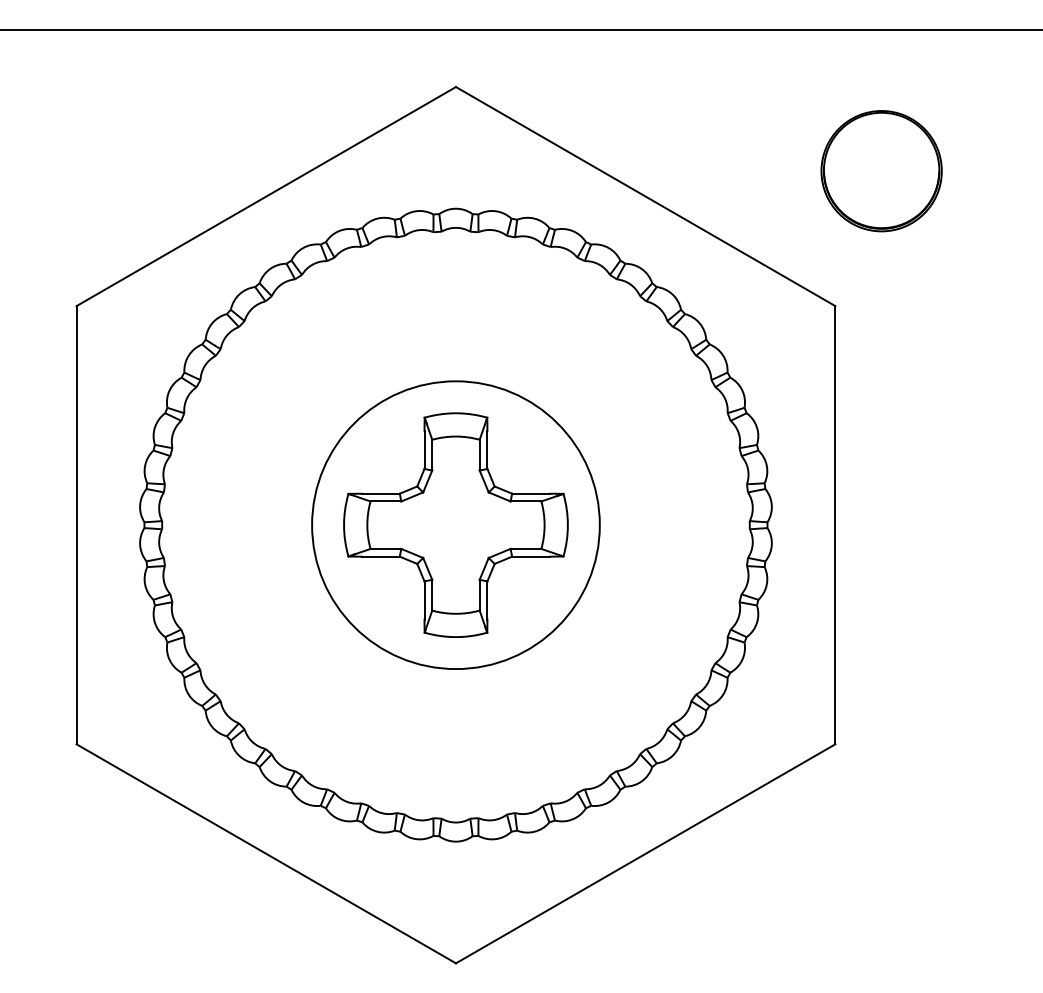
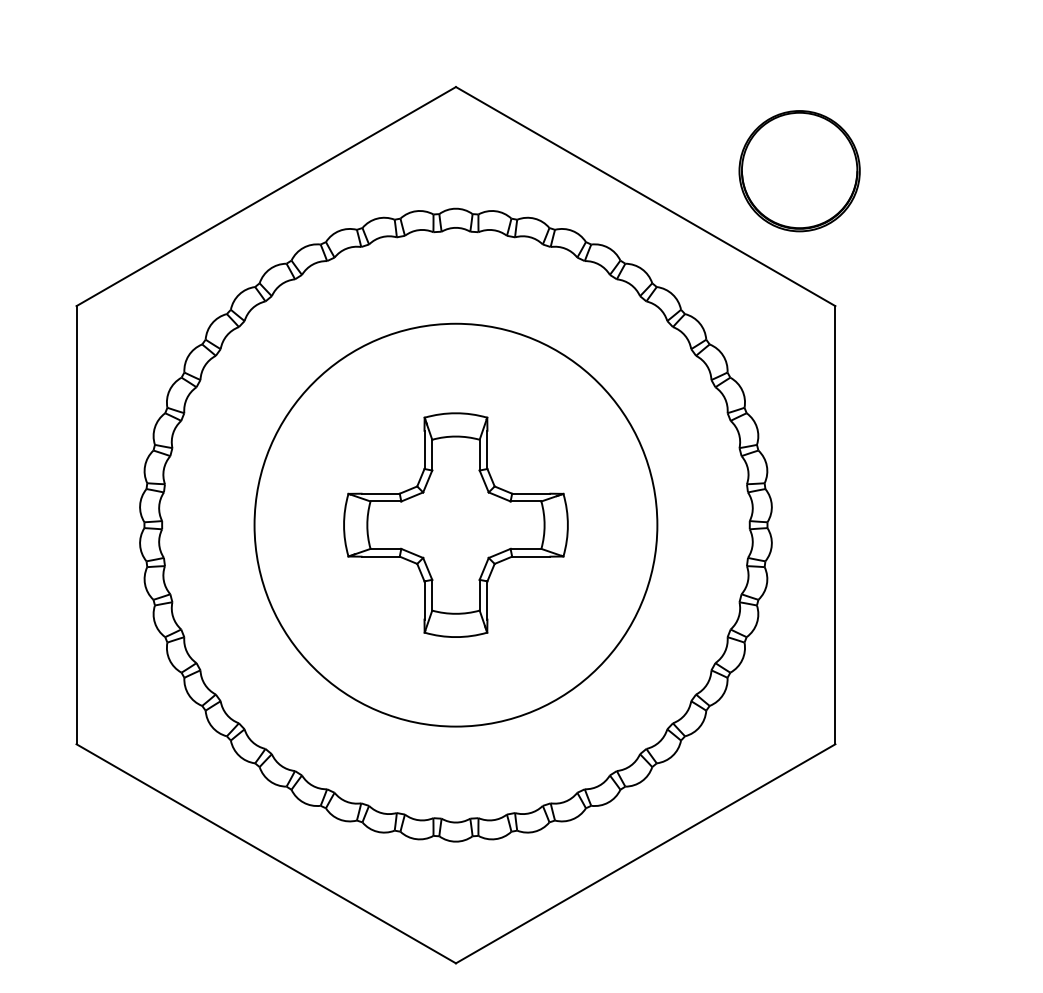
line at (520, 29): present -> none
part at (881, 171) position: (881, 171) -> (799, 171)
circle at (455, 525) diameter: 288 px -> 403 px
